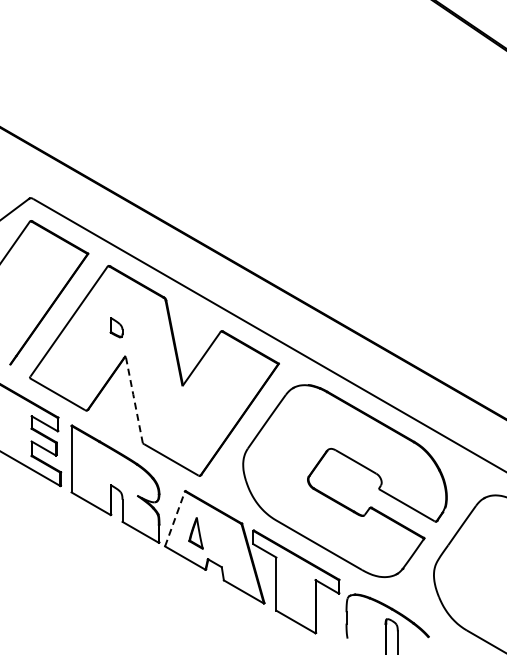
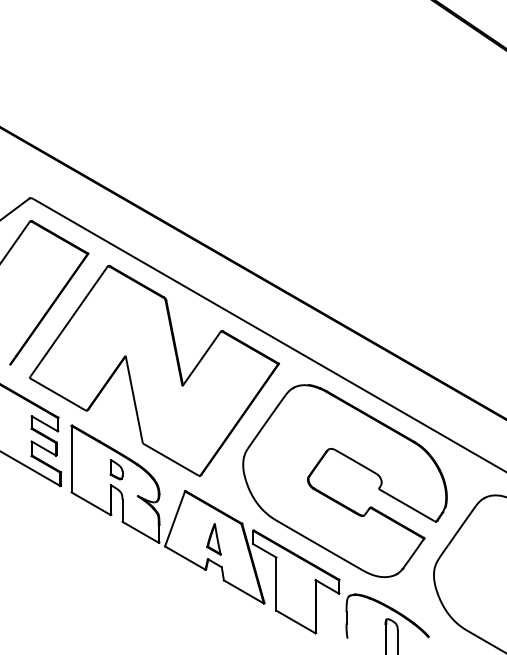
part at (116, 327) position: (116, 327) -> (116, 469)
line at (134, 398): dashed -> solid
line at (175, 518): dashed -> solid
part at (195, 533) position: (195, 533) -> (213, 539)
